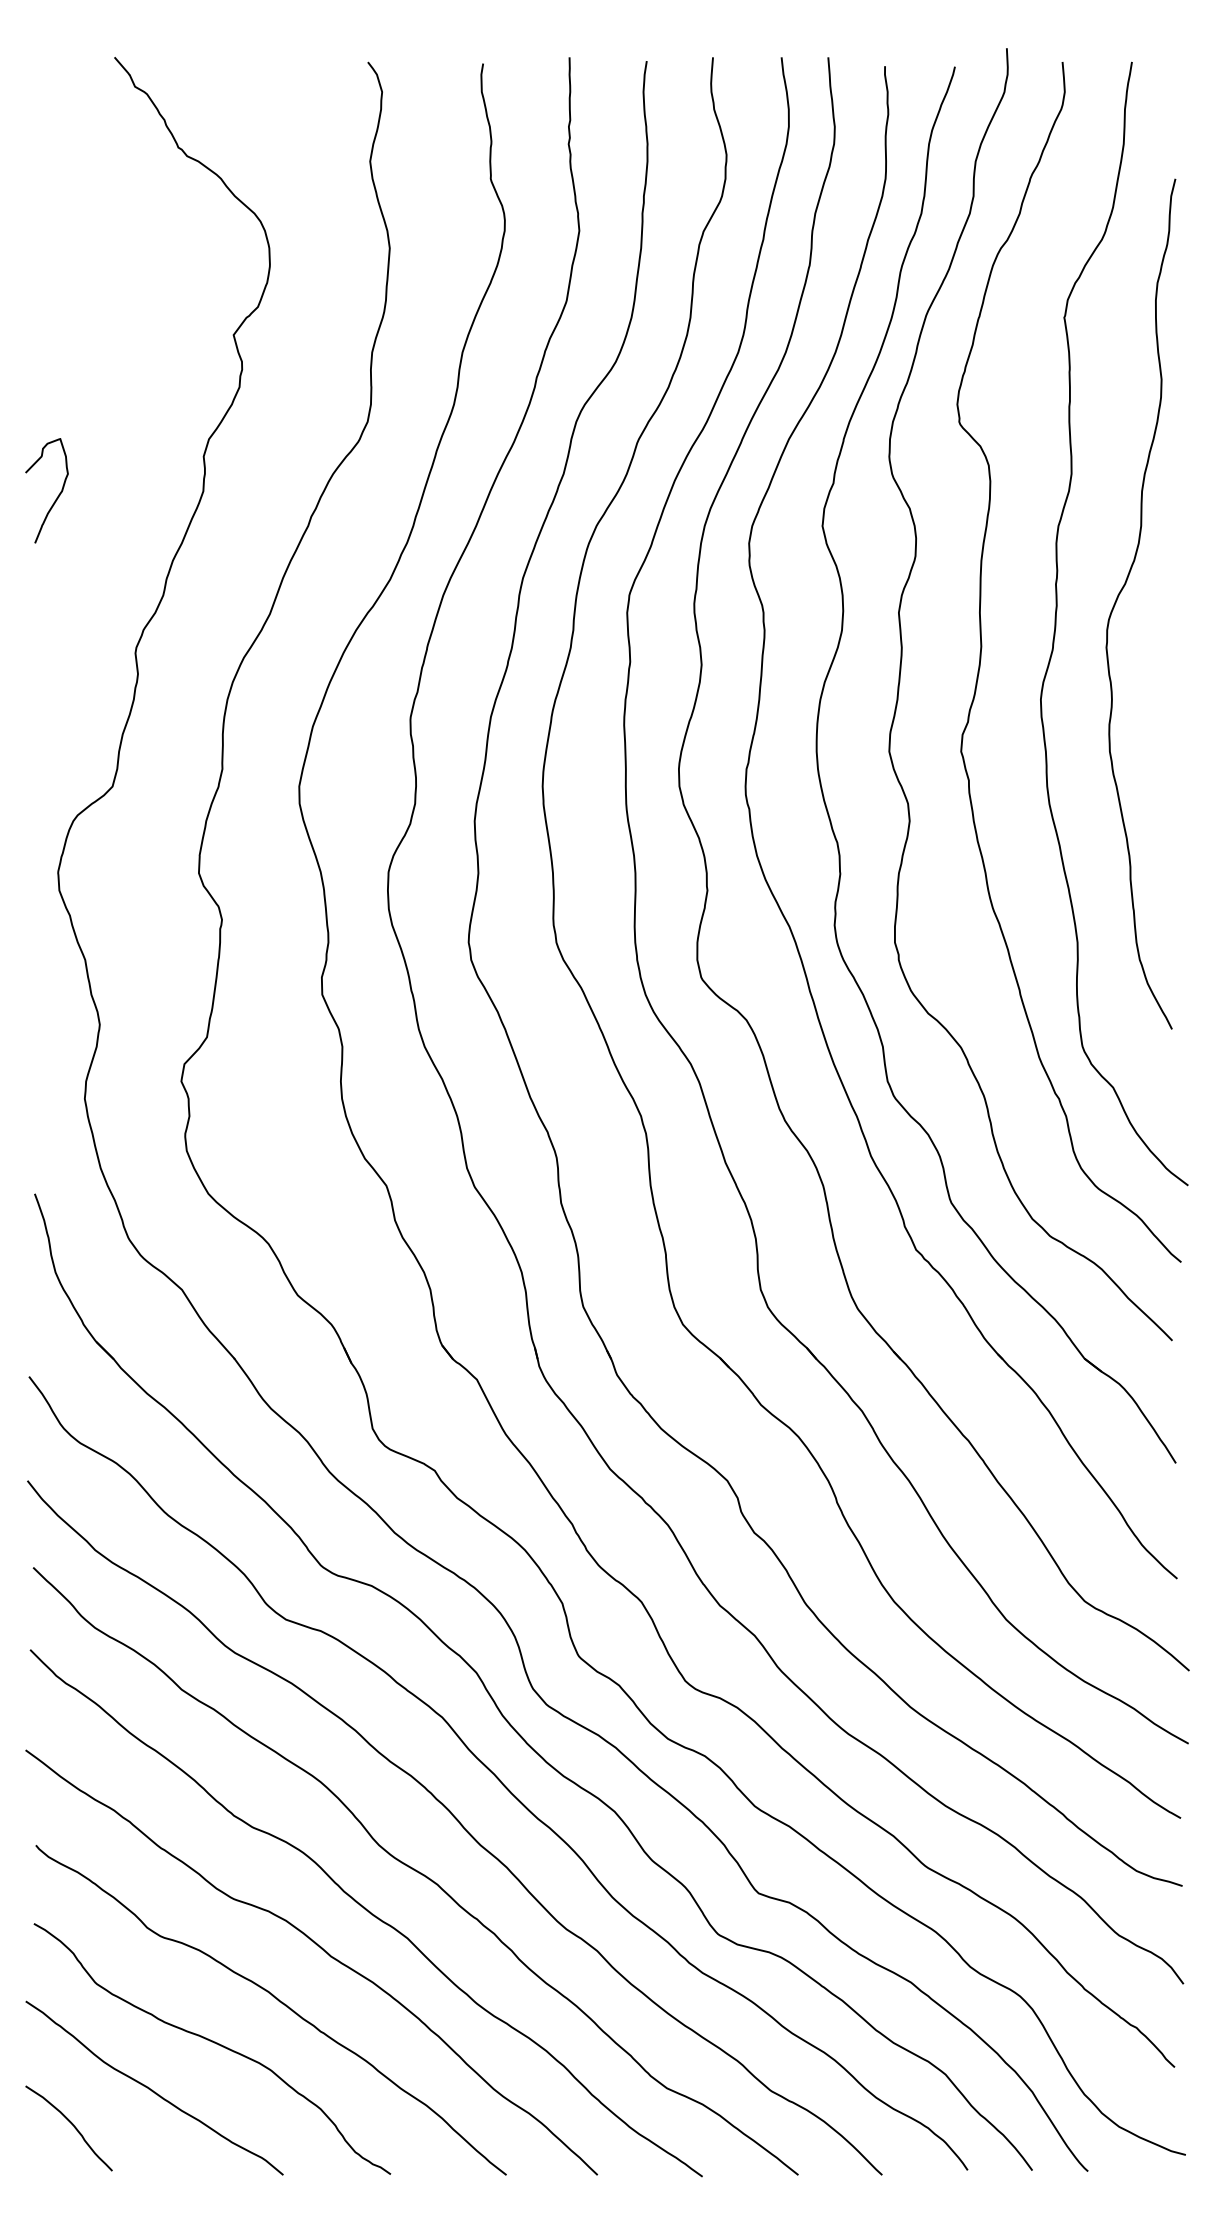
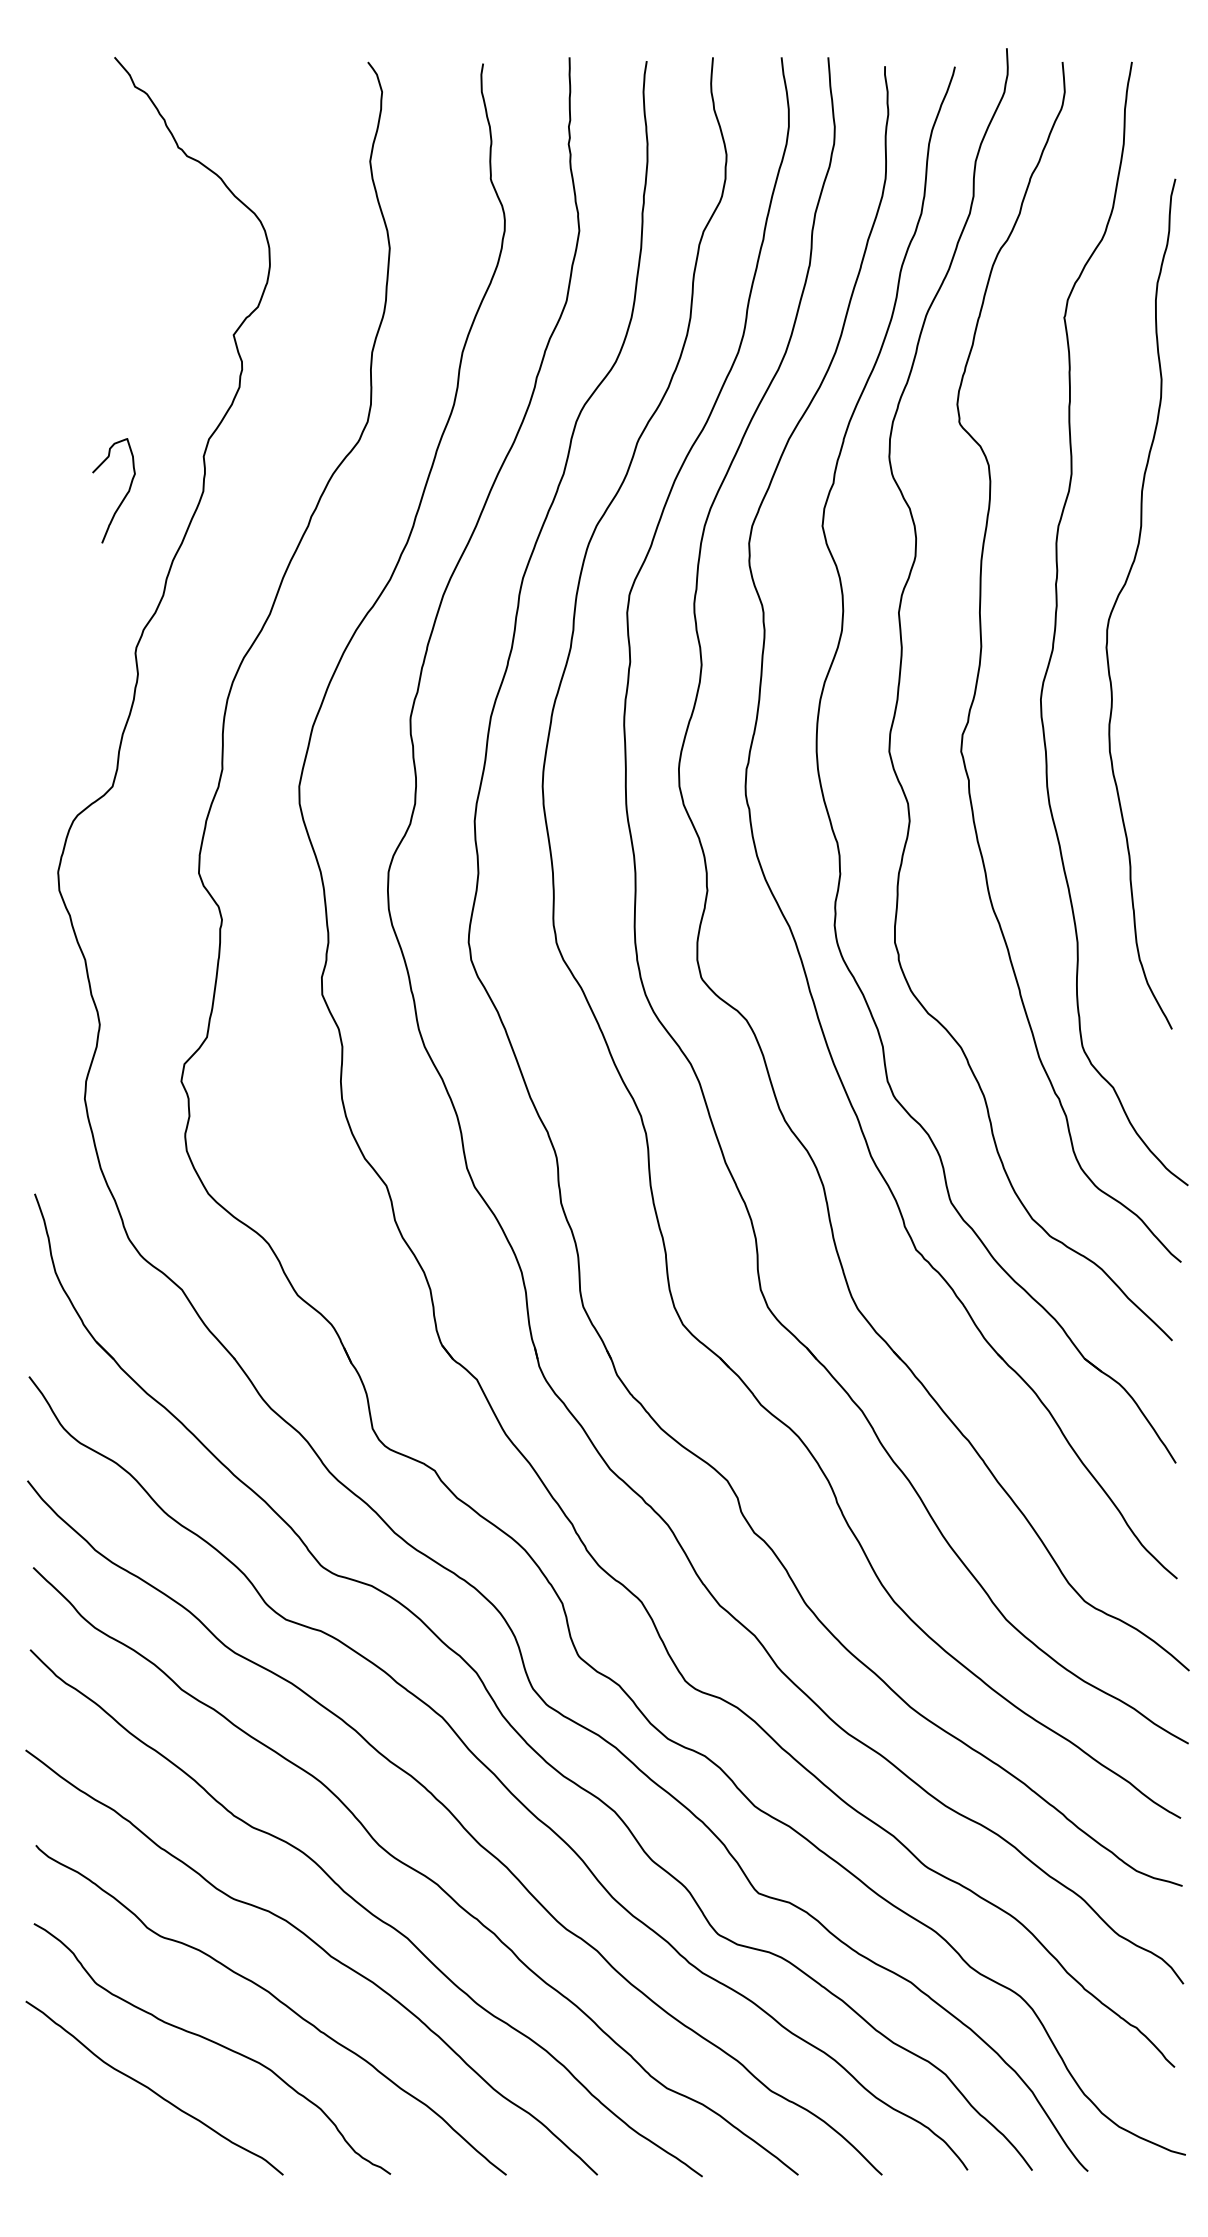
curve at (56, 497) position: (56, 497) -> (123, 497)
curve at (71, 2124): present -> none
